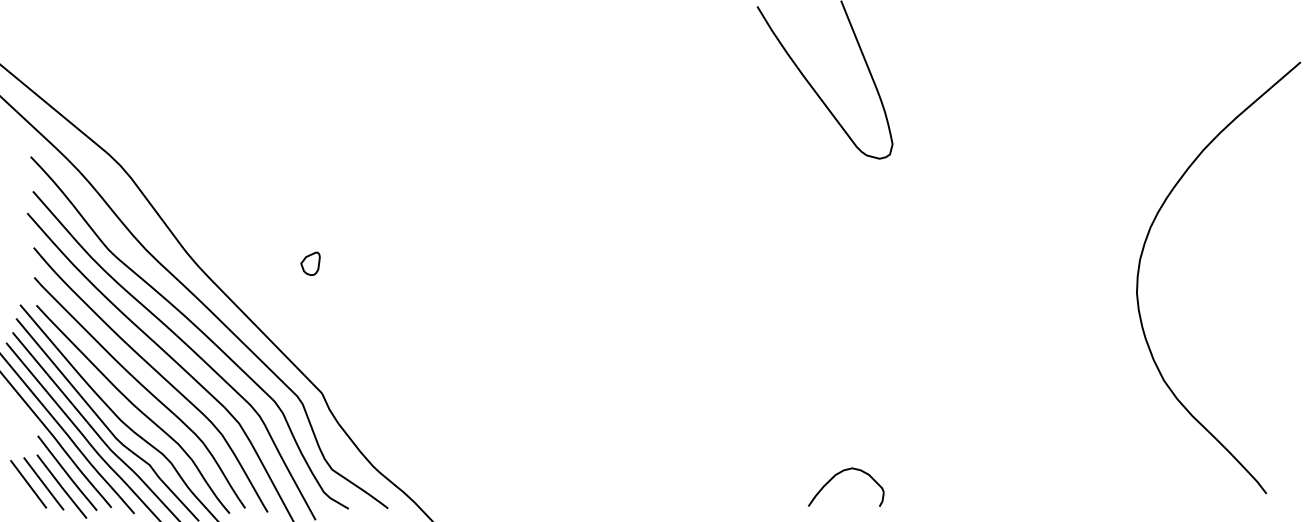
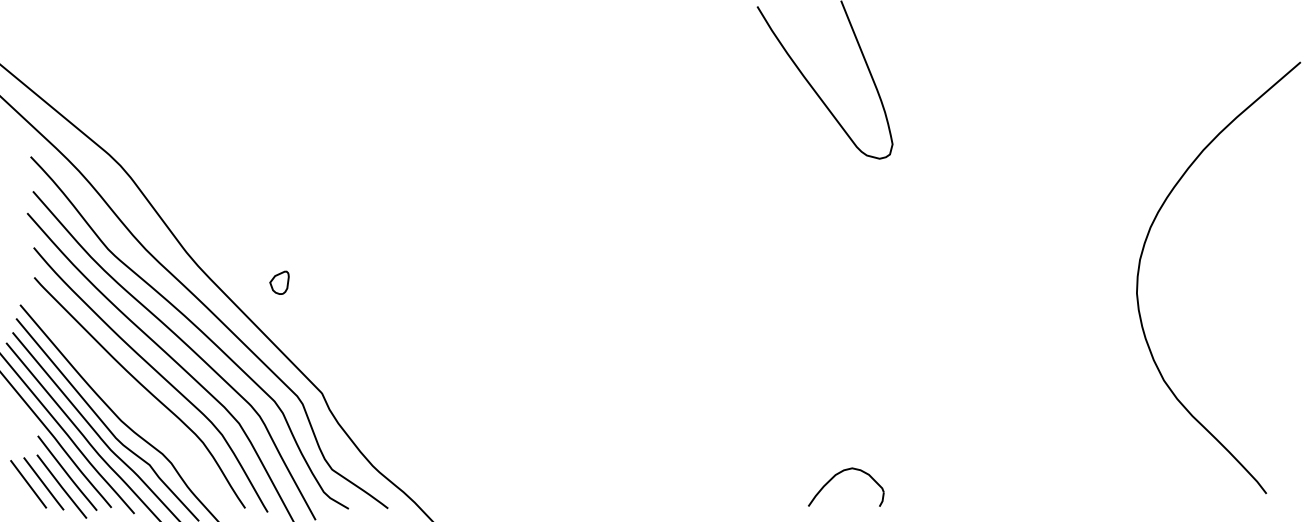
part at (310, 263) position: (310, 263) -> (279, 282)
curve at (135, 407): present -> none
